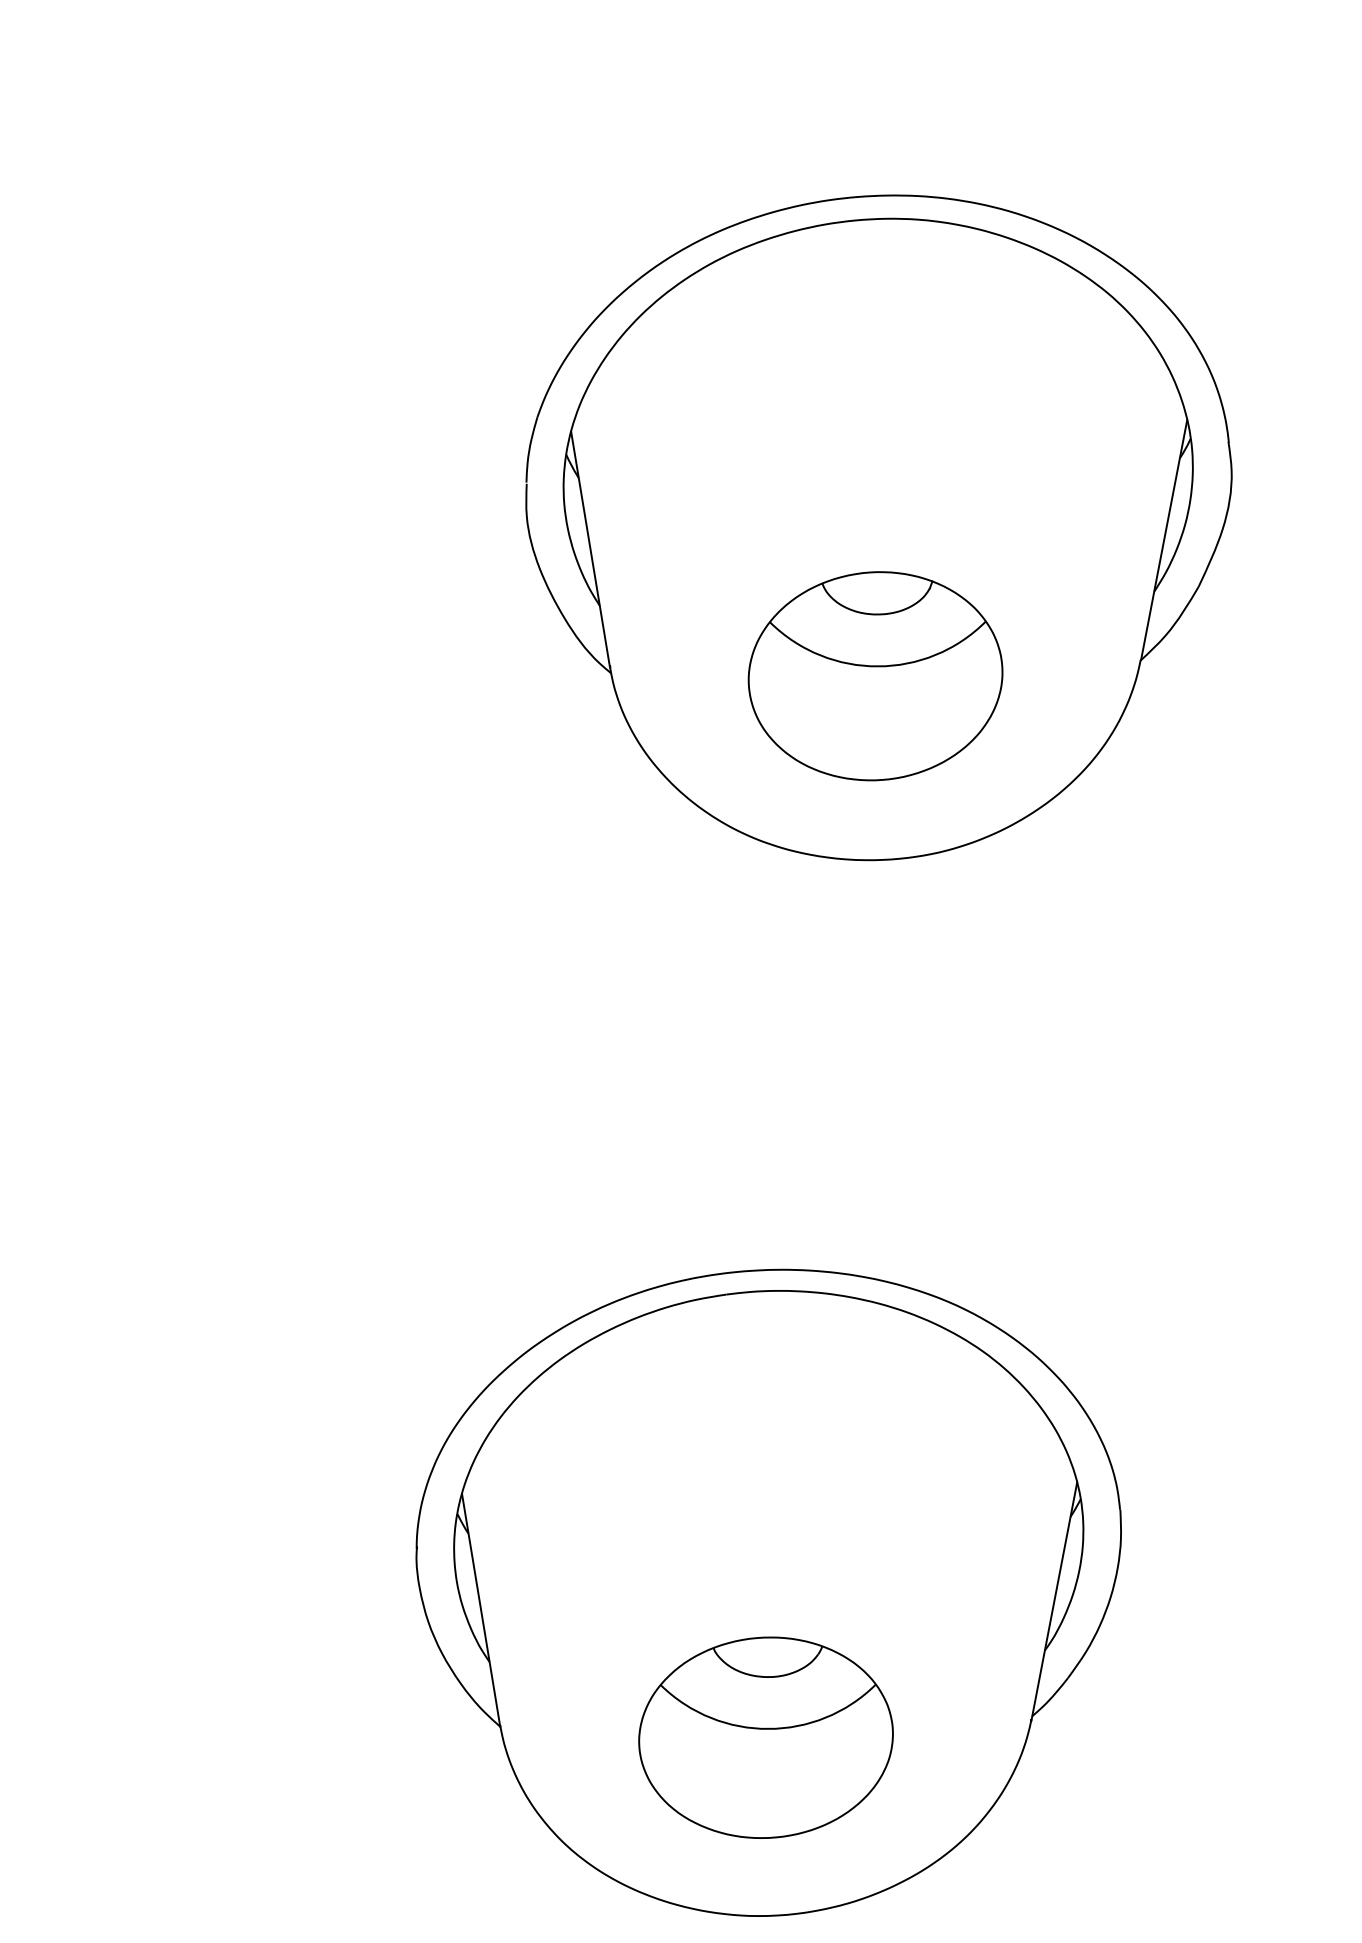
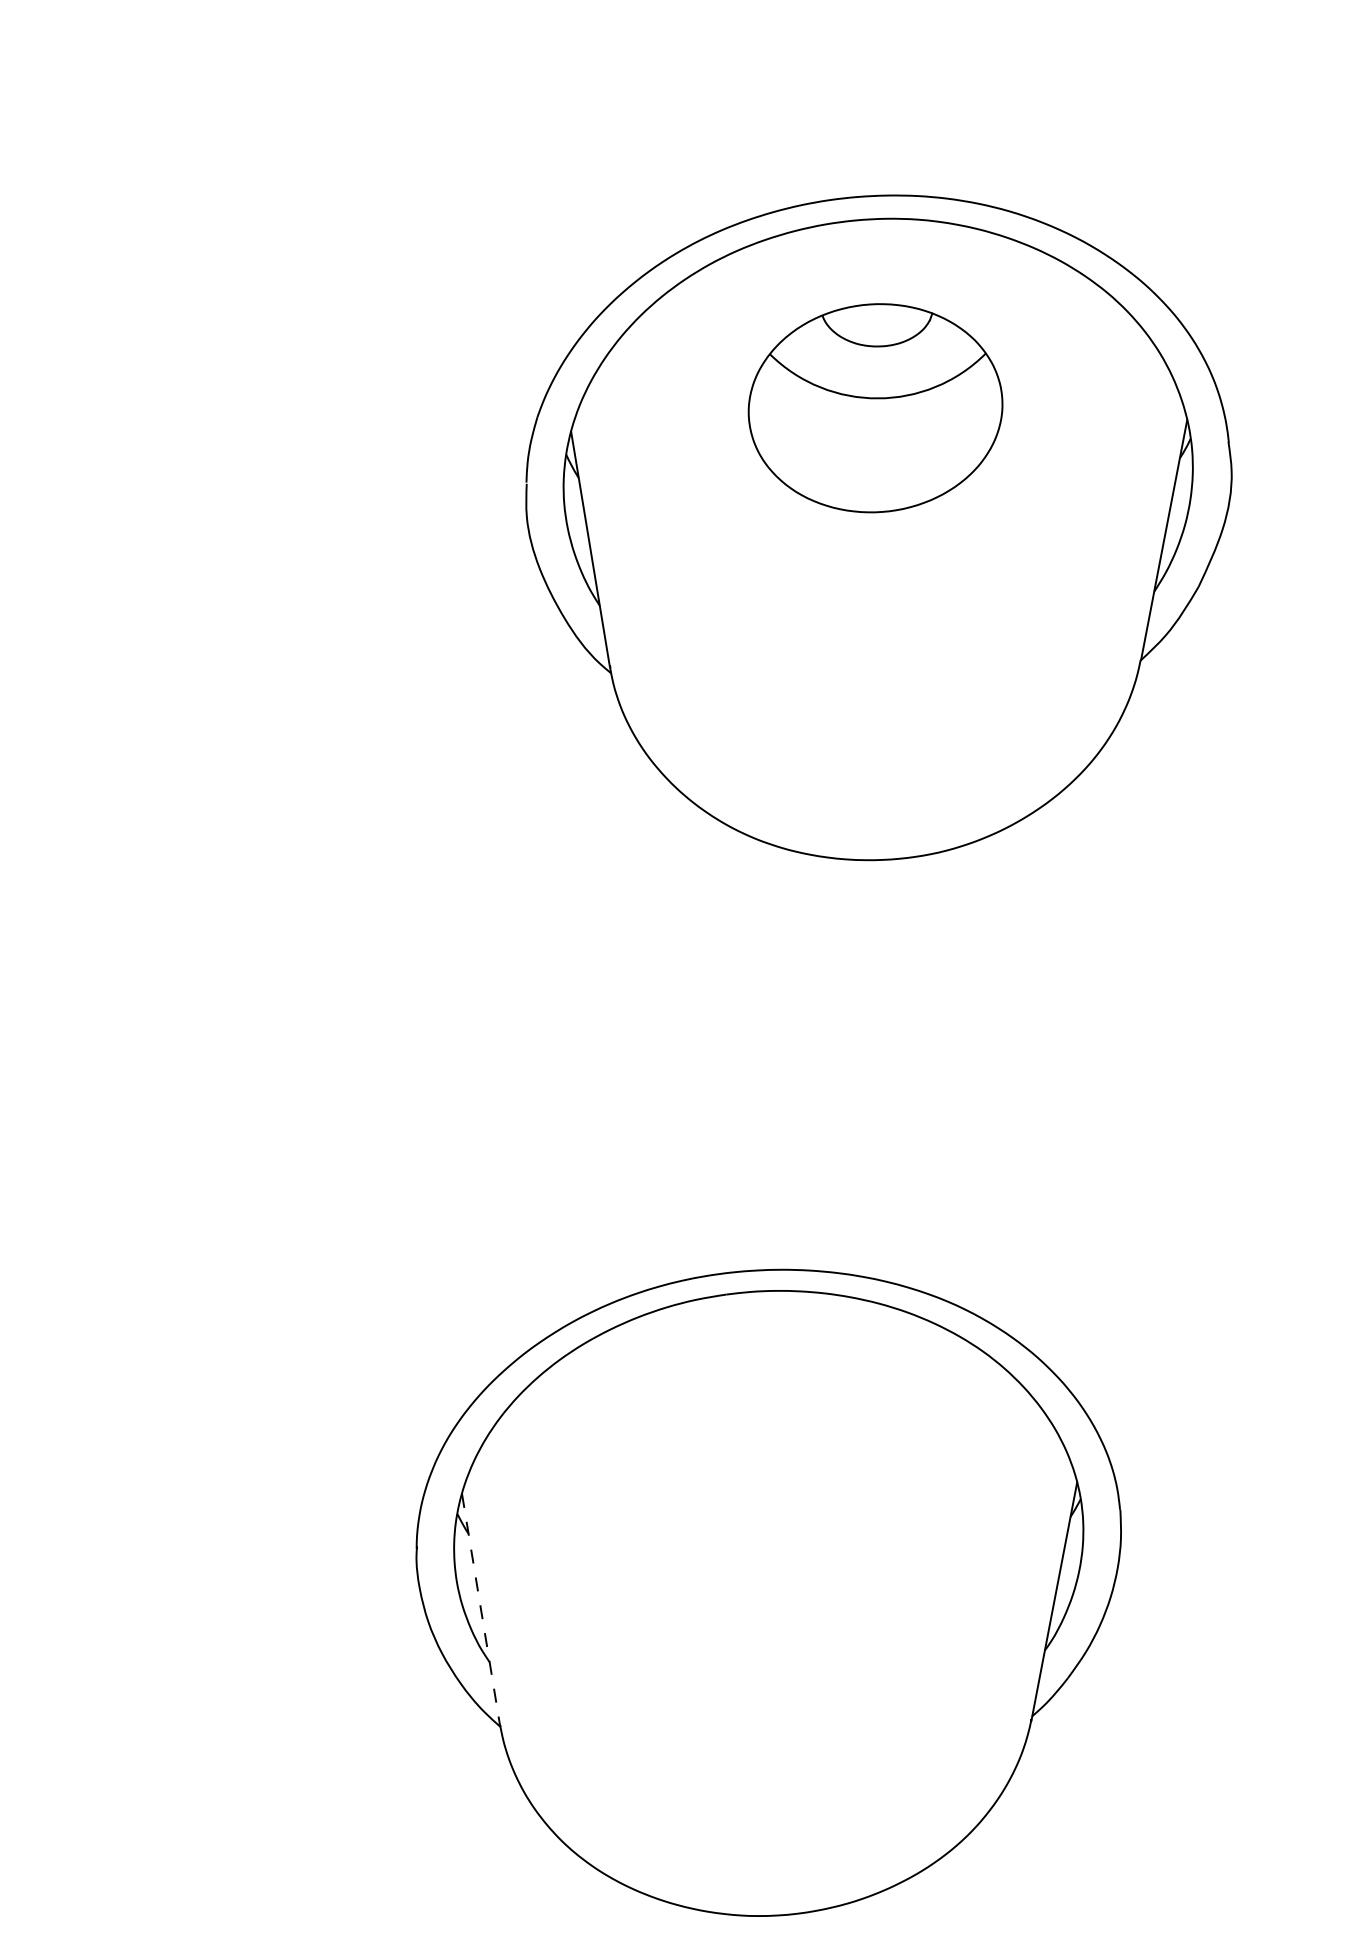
part at (875, 676) position: (875, 676) -> (875, 408)
line at (481, 1610): solid -> dashed
part at (765, 1737): present -> none
